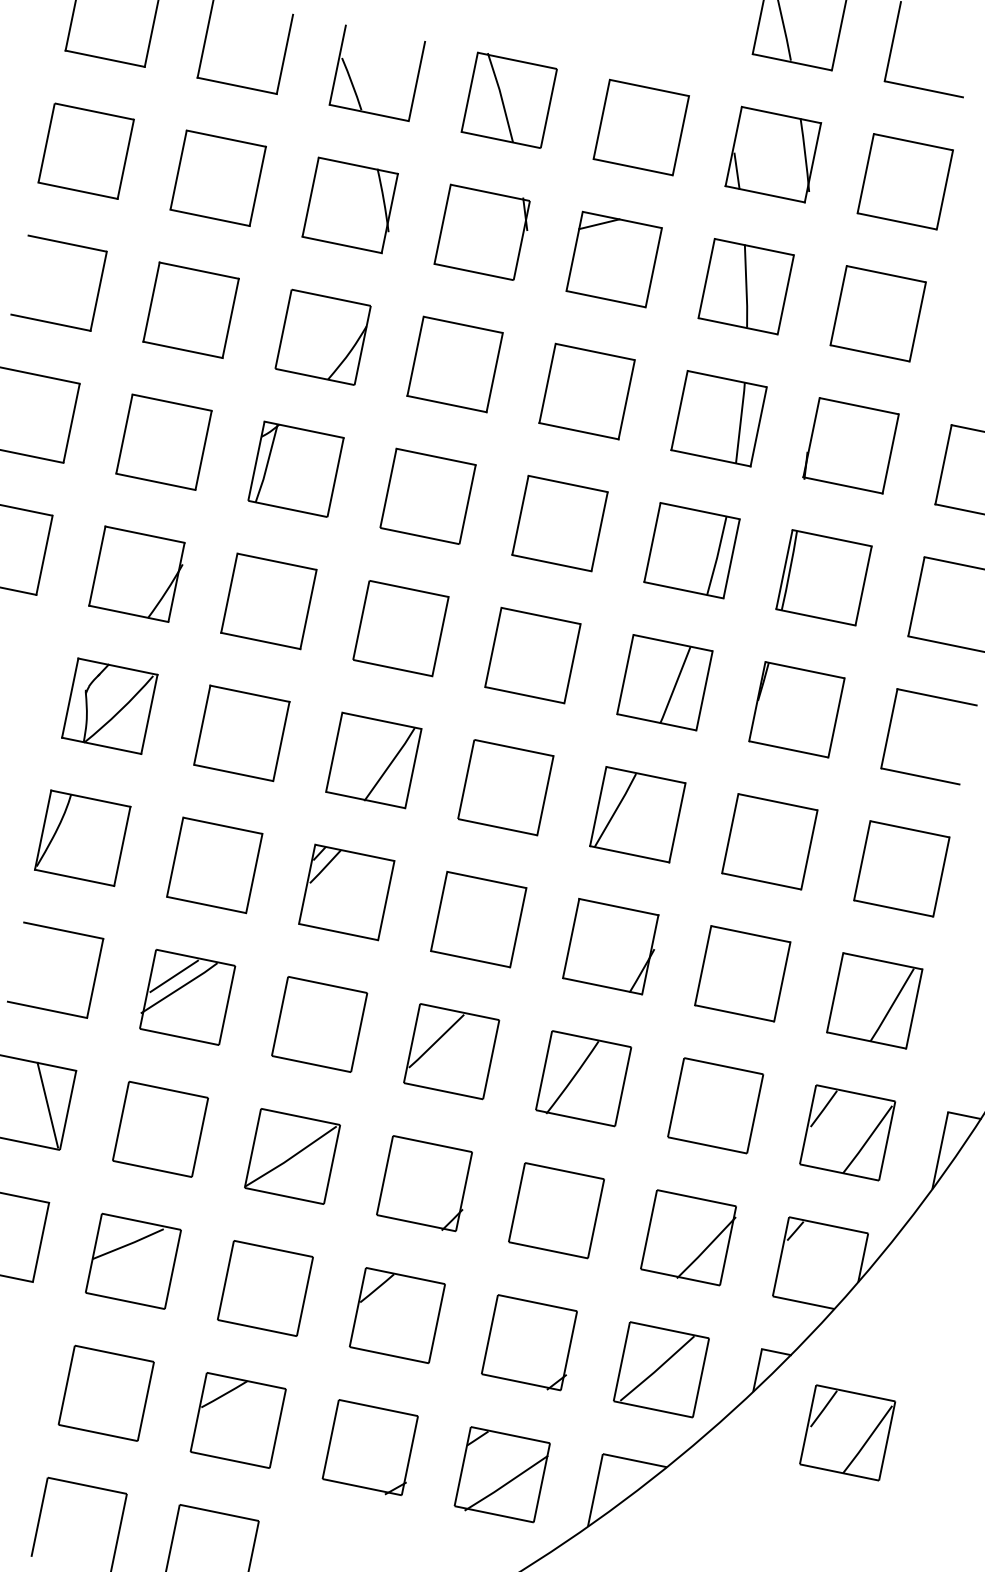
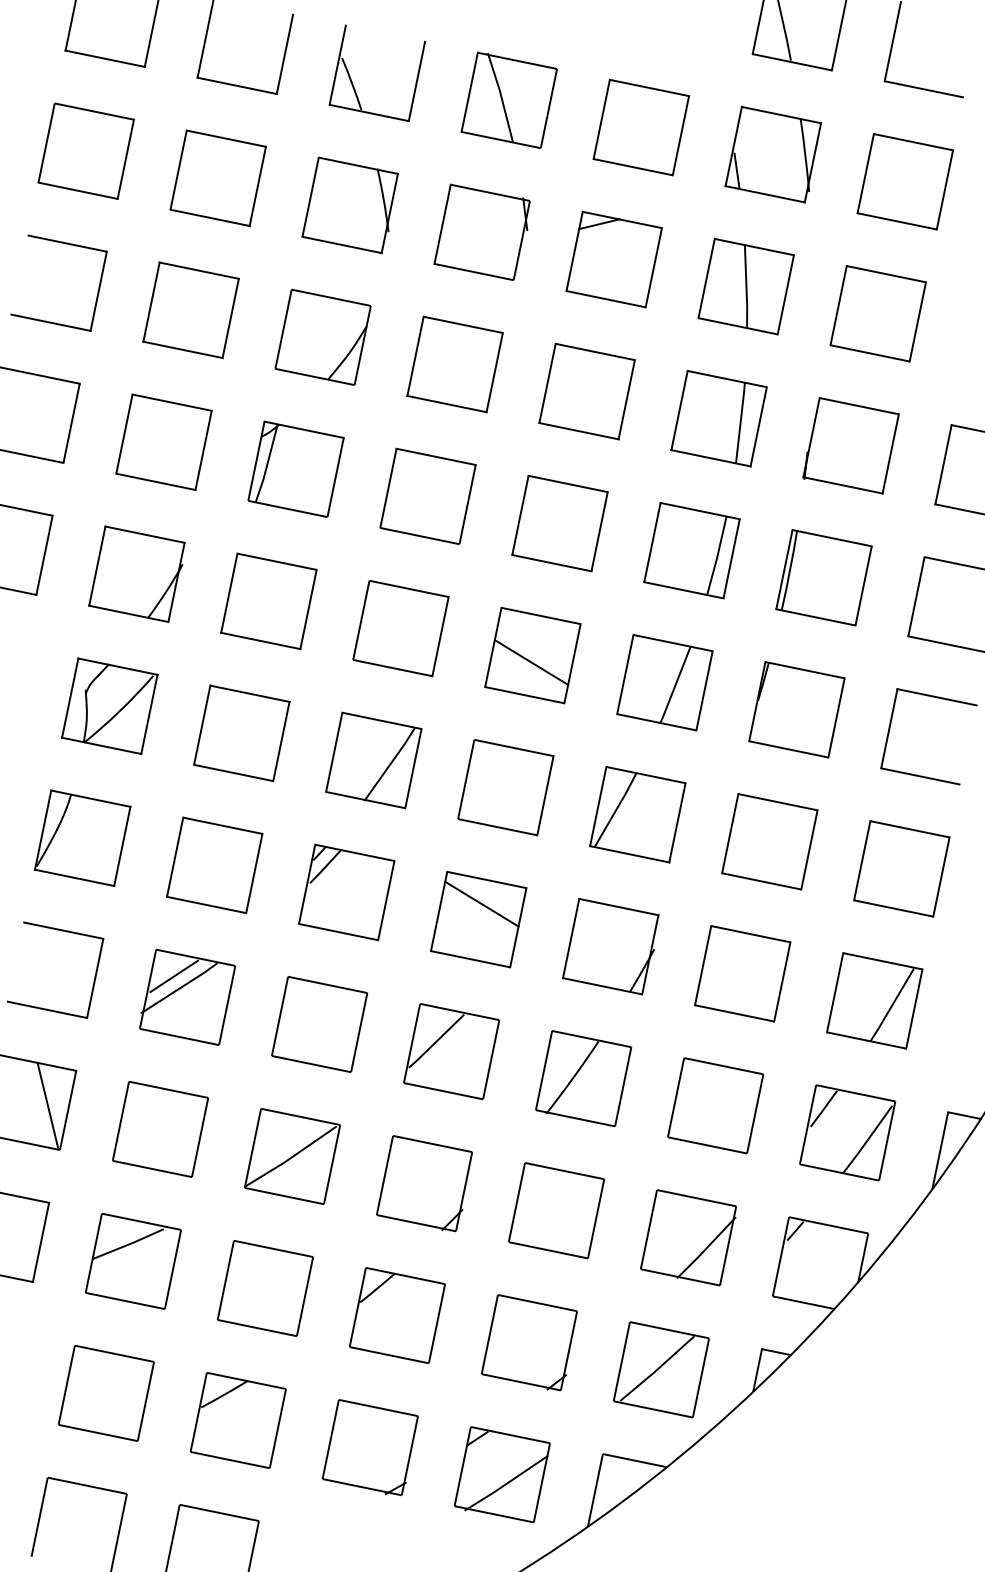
line at (531, 662): none -> present
line at (481, 903): none -> present
part at (847, 1432): present -> none
